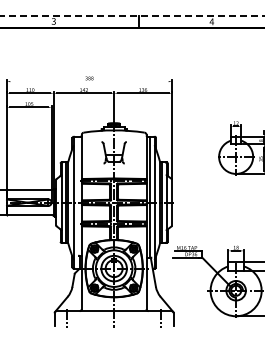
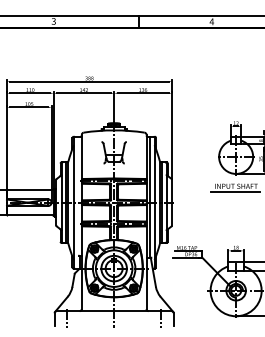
line at (132, 16): dashed -> solid
line at (89, 81): none -> present
part at (235, 187): none -> present
